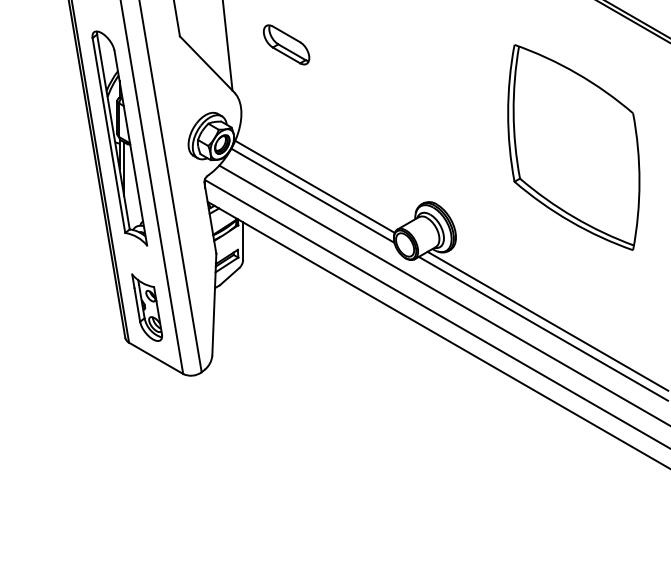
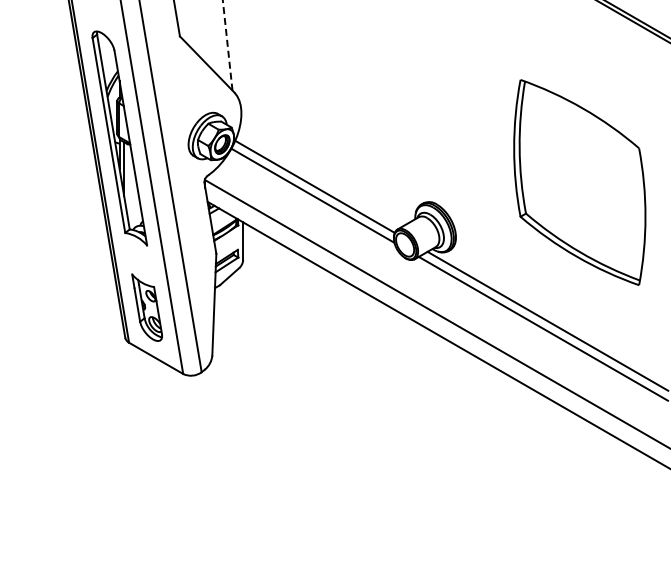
line at (227, 44): solid -> dashed
part at (286, 44): present -> none
part at (573, 147) position: (573, 147) -> (579, 182)
line at (443, 294): present -> none
